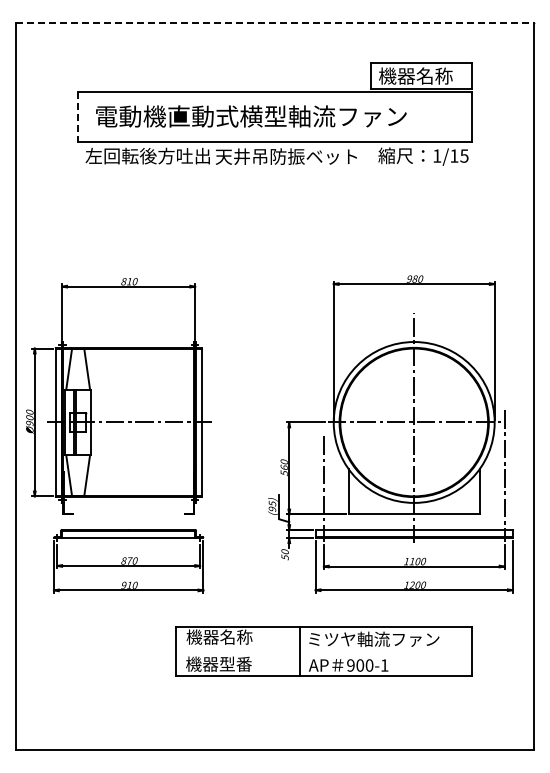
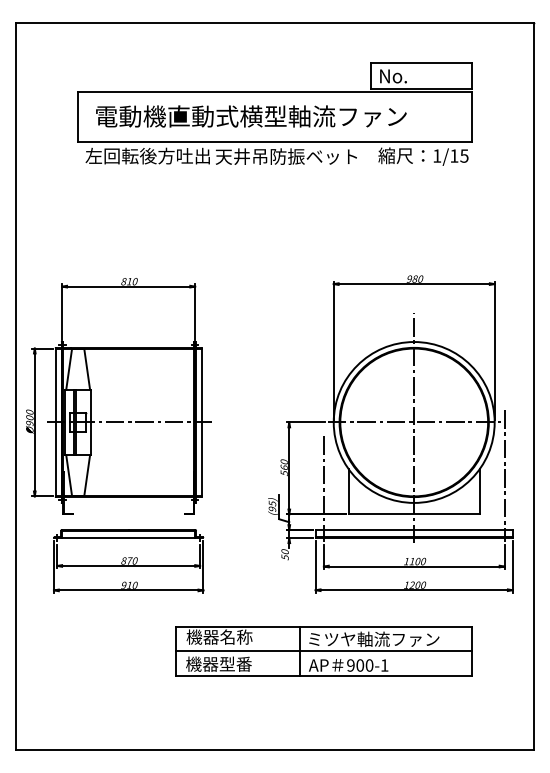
line at (274, 23): dashed -> solid
text at (415, 75): 機器名称 -> No.
line at (77, 116): dashed -> solid
line at (324, 651): none -> present
